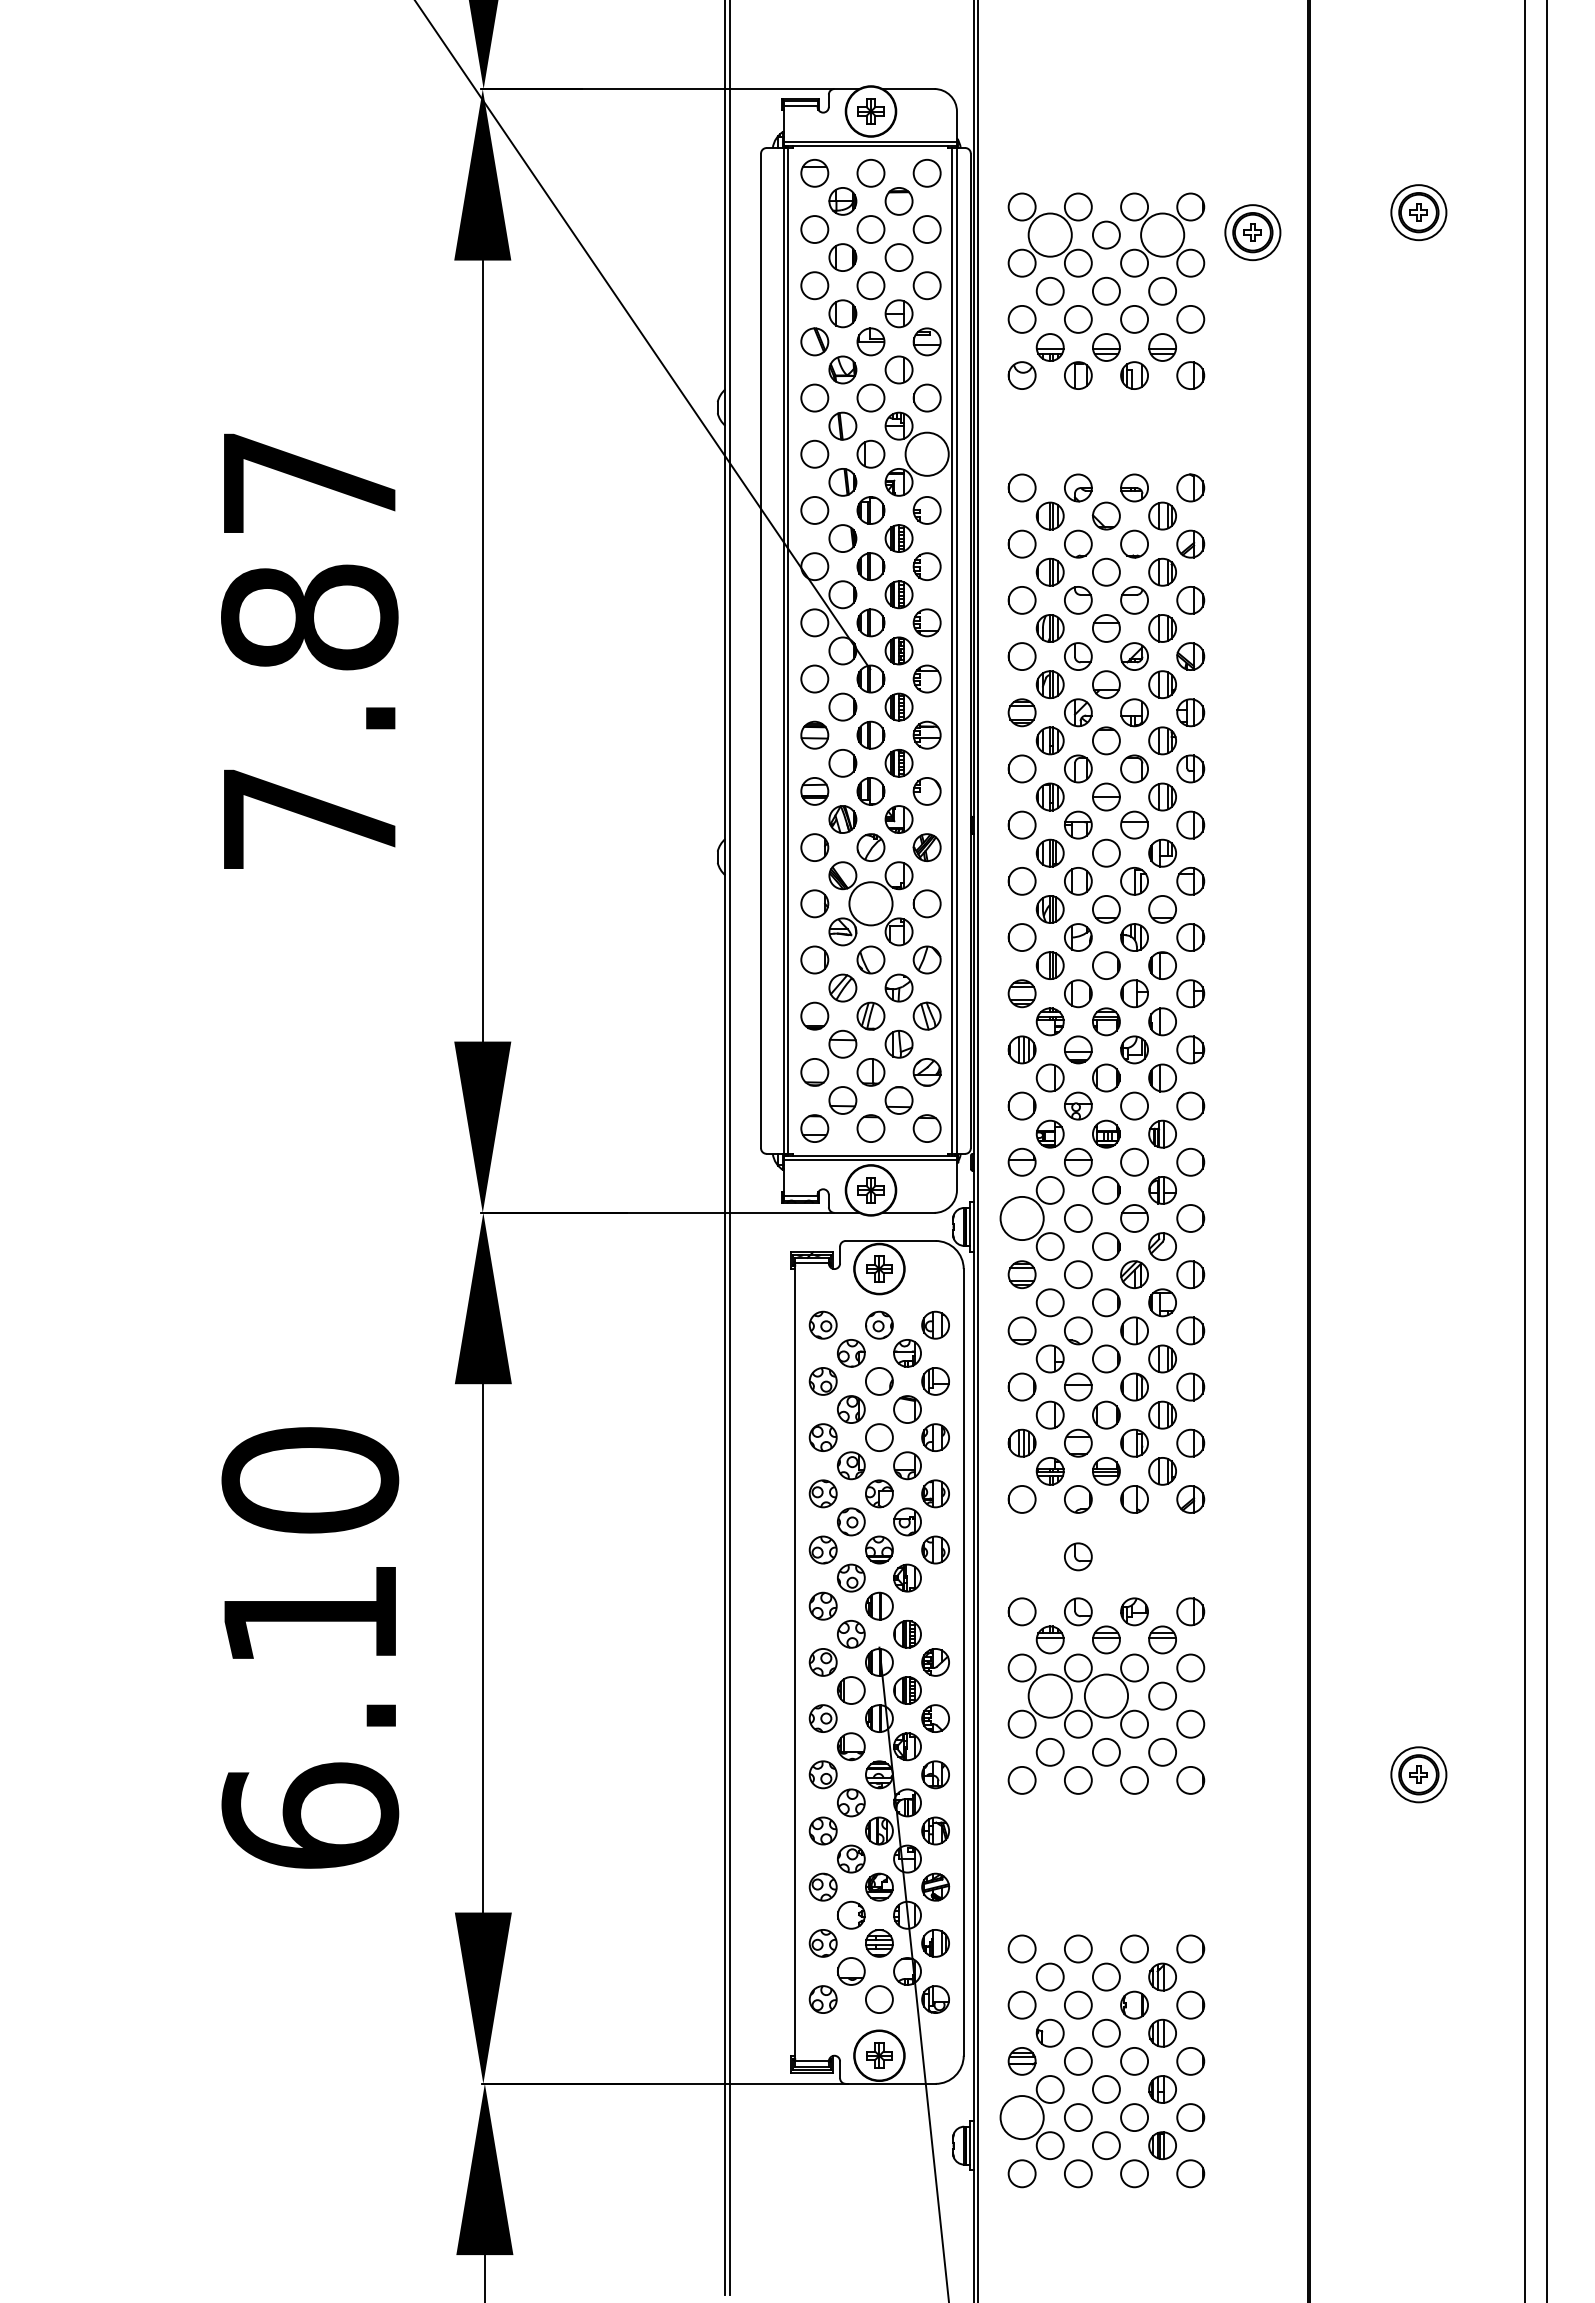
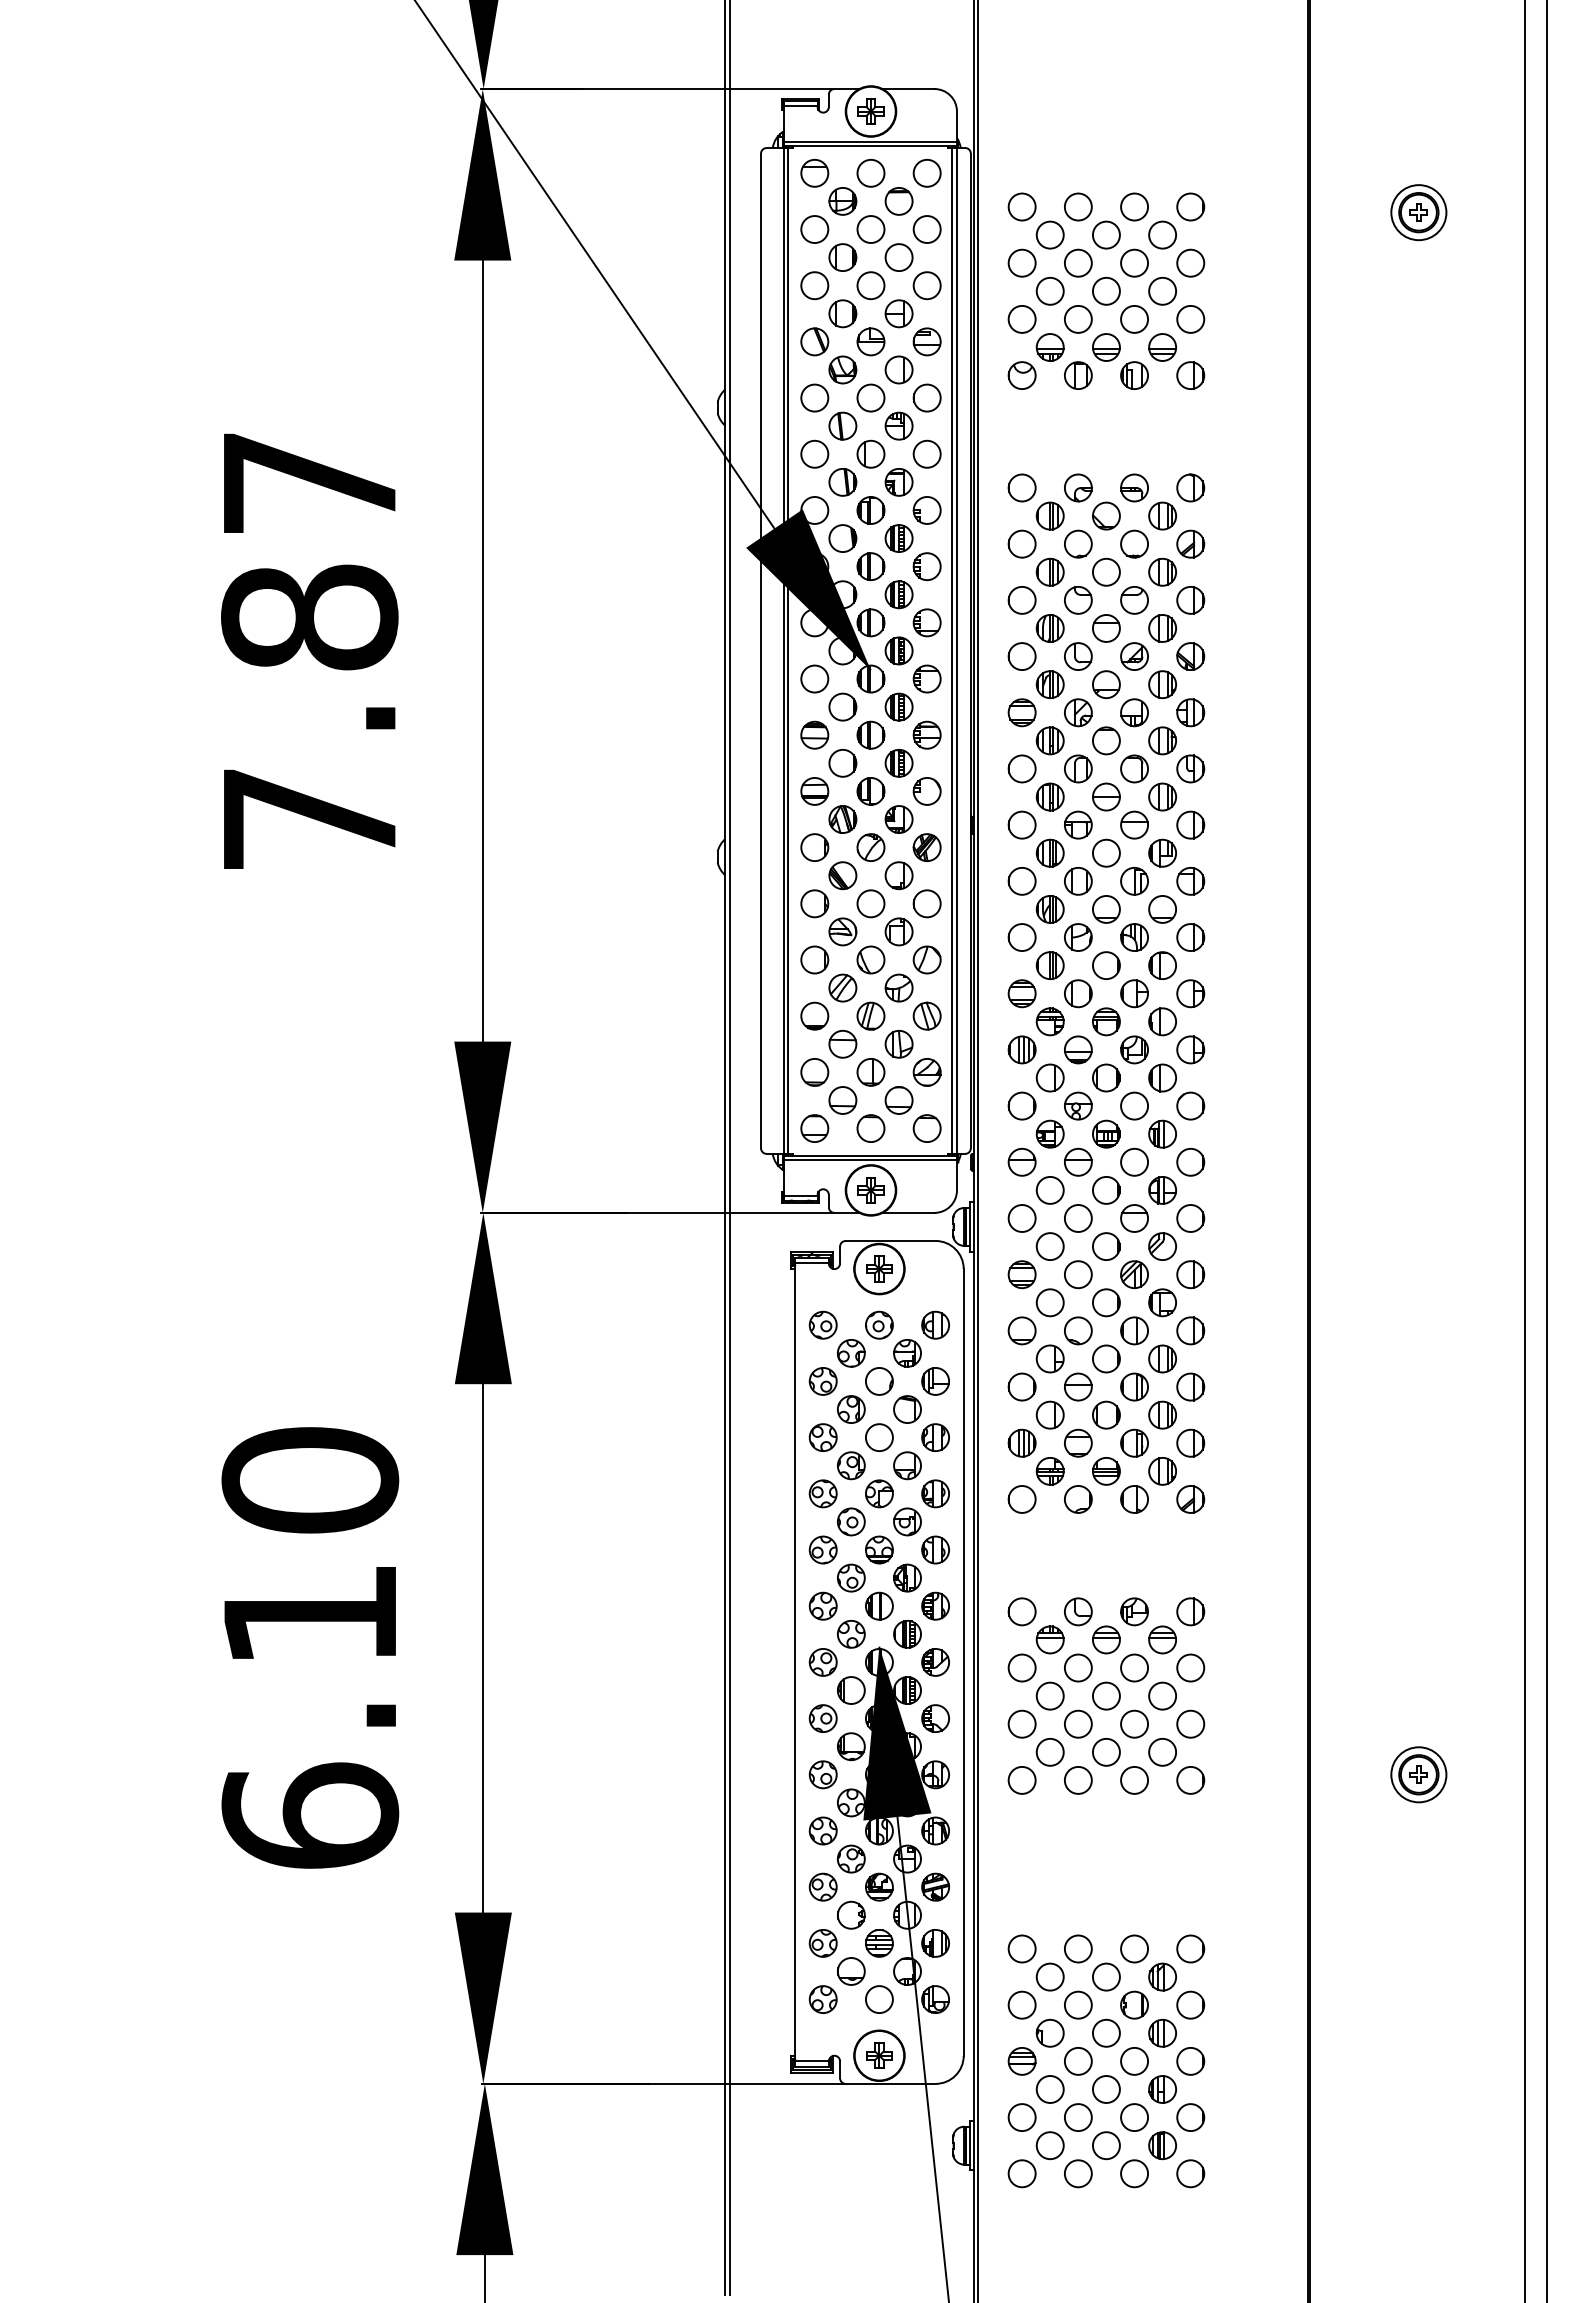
part at (1252, 232): present -> none
circle at (1049, 234) diameter: 43 px -> 27 px
circle at (1162, 234) diameter: 43 px -> 27 px
circle at (926, 453) diameter: 43 px -> 27 px
fill at (808, 589): none -> present
circle at (870, 903) diameter: 43 px -> 27 px
circle at (1021, 1218) diameter: 43 px -> 27 px
part at (1078, 1556): present -> none
part at (935, 1605): none -> present
circle at (1049, 1695) diameter: 43 px -> 27 px
circle at (1106, 1695) diameter: 43 px -> 27 px
fill at (897, 1733): none -> present
circle at (1021, 2117) diameter: 43 px -> 27 px
